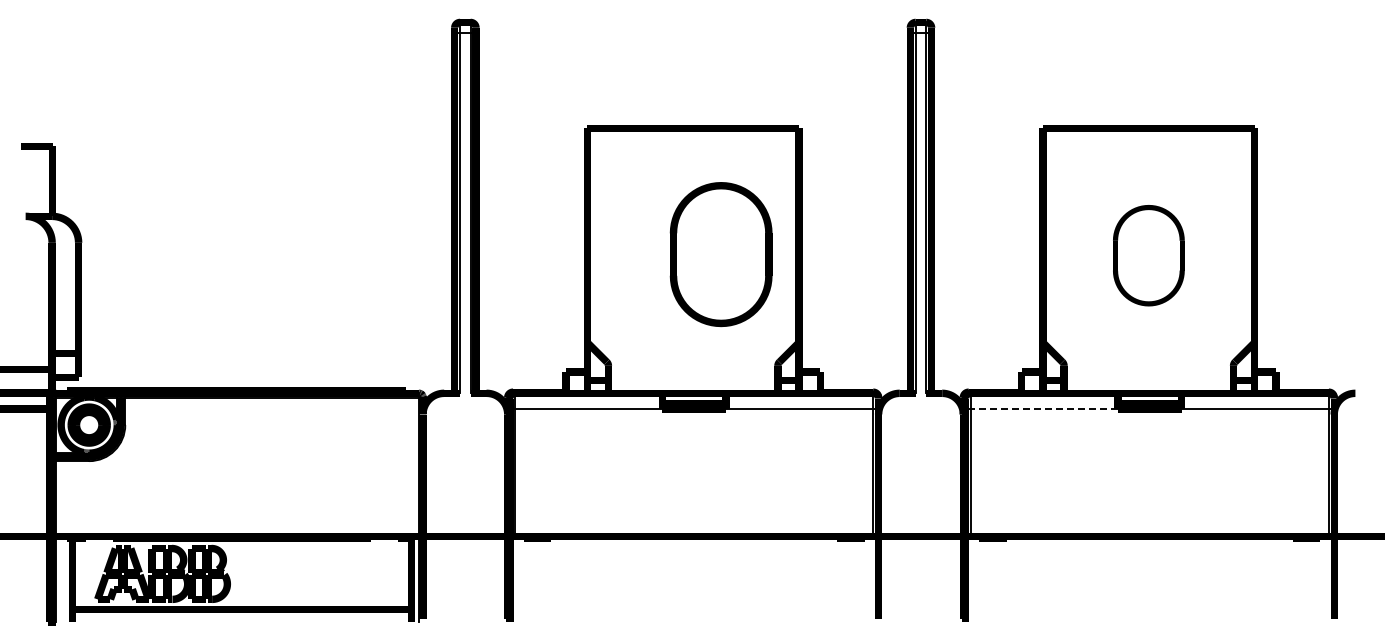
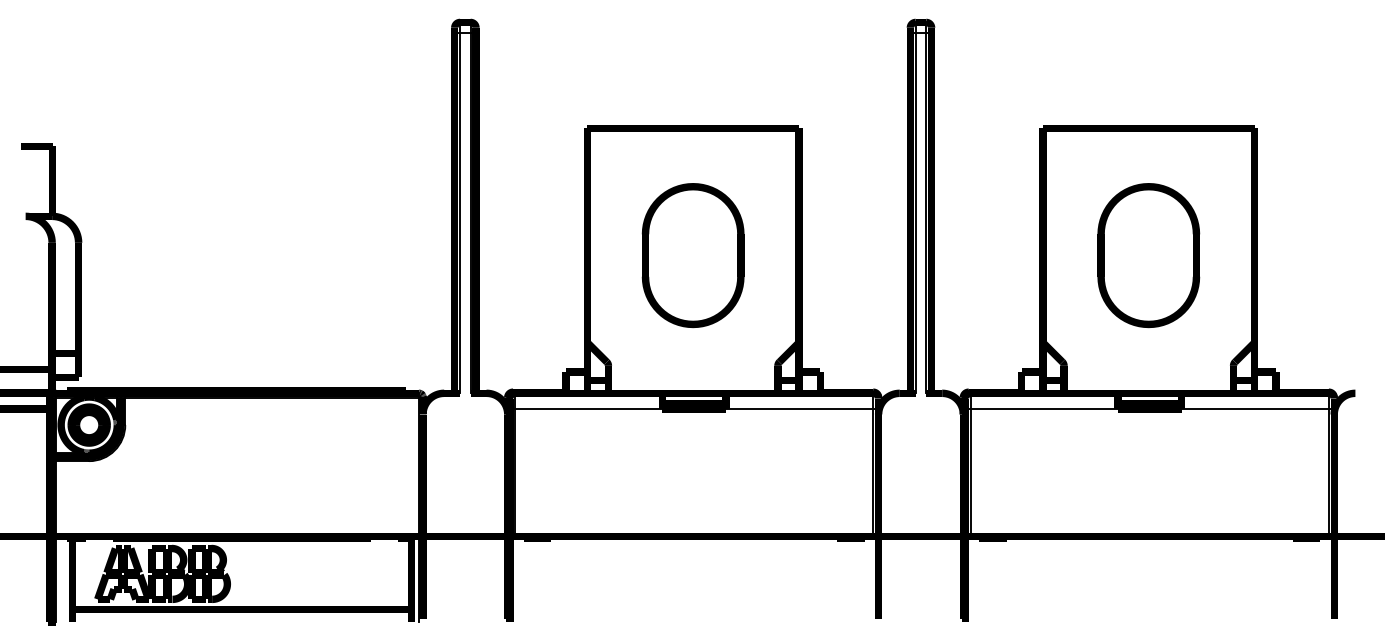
part at (720, 254) position: (720, 254) -> (692, 255)
part at (1148, 255) size: 72x102 px -> 104x146 px
line at (1044, 409): dashed -> solid
